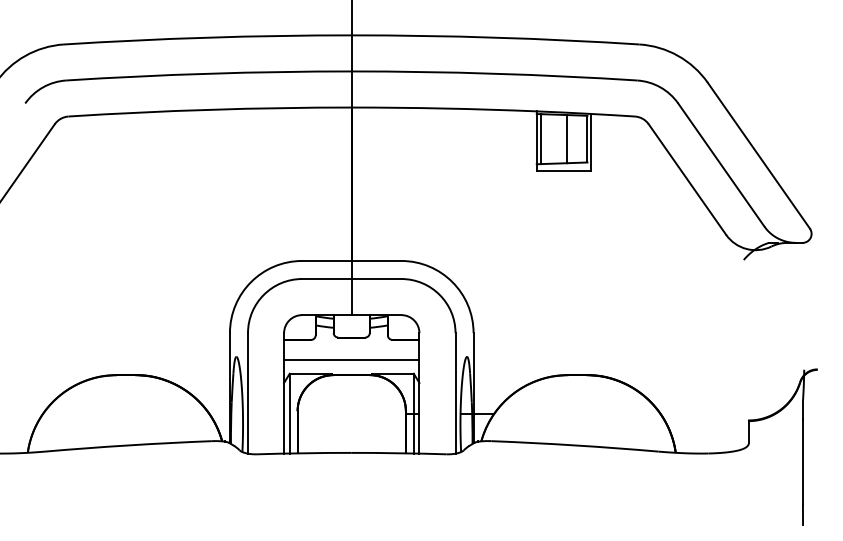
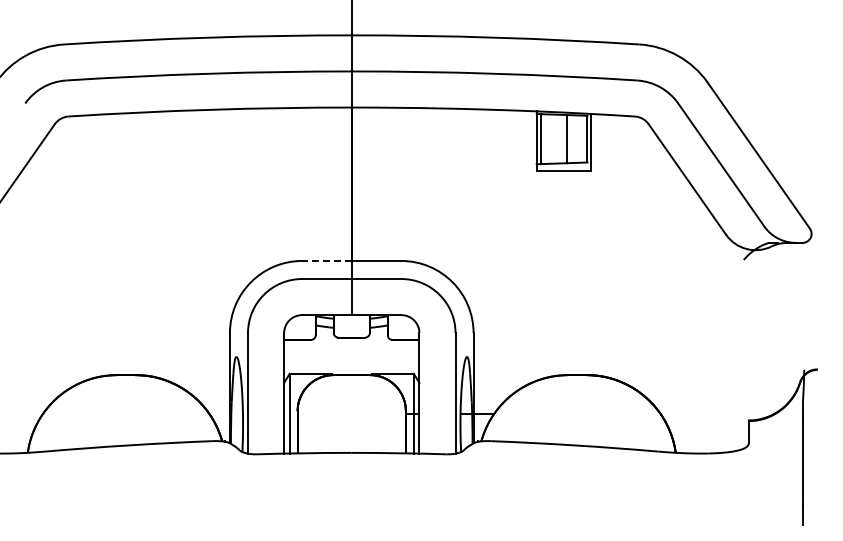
line at (326, 260): solid -> dashed
line at (351, 360): present -> none
